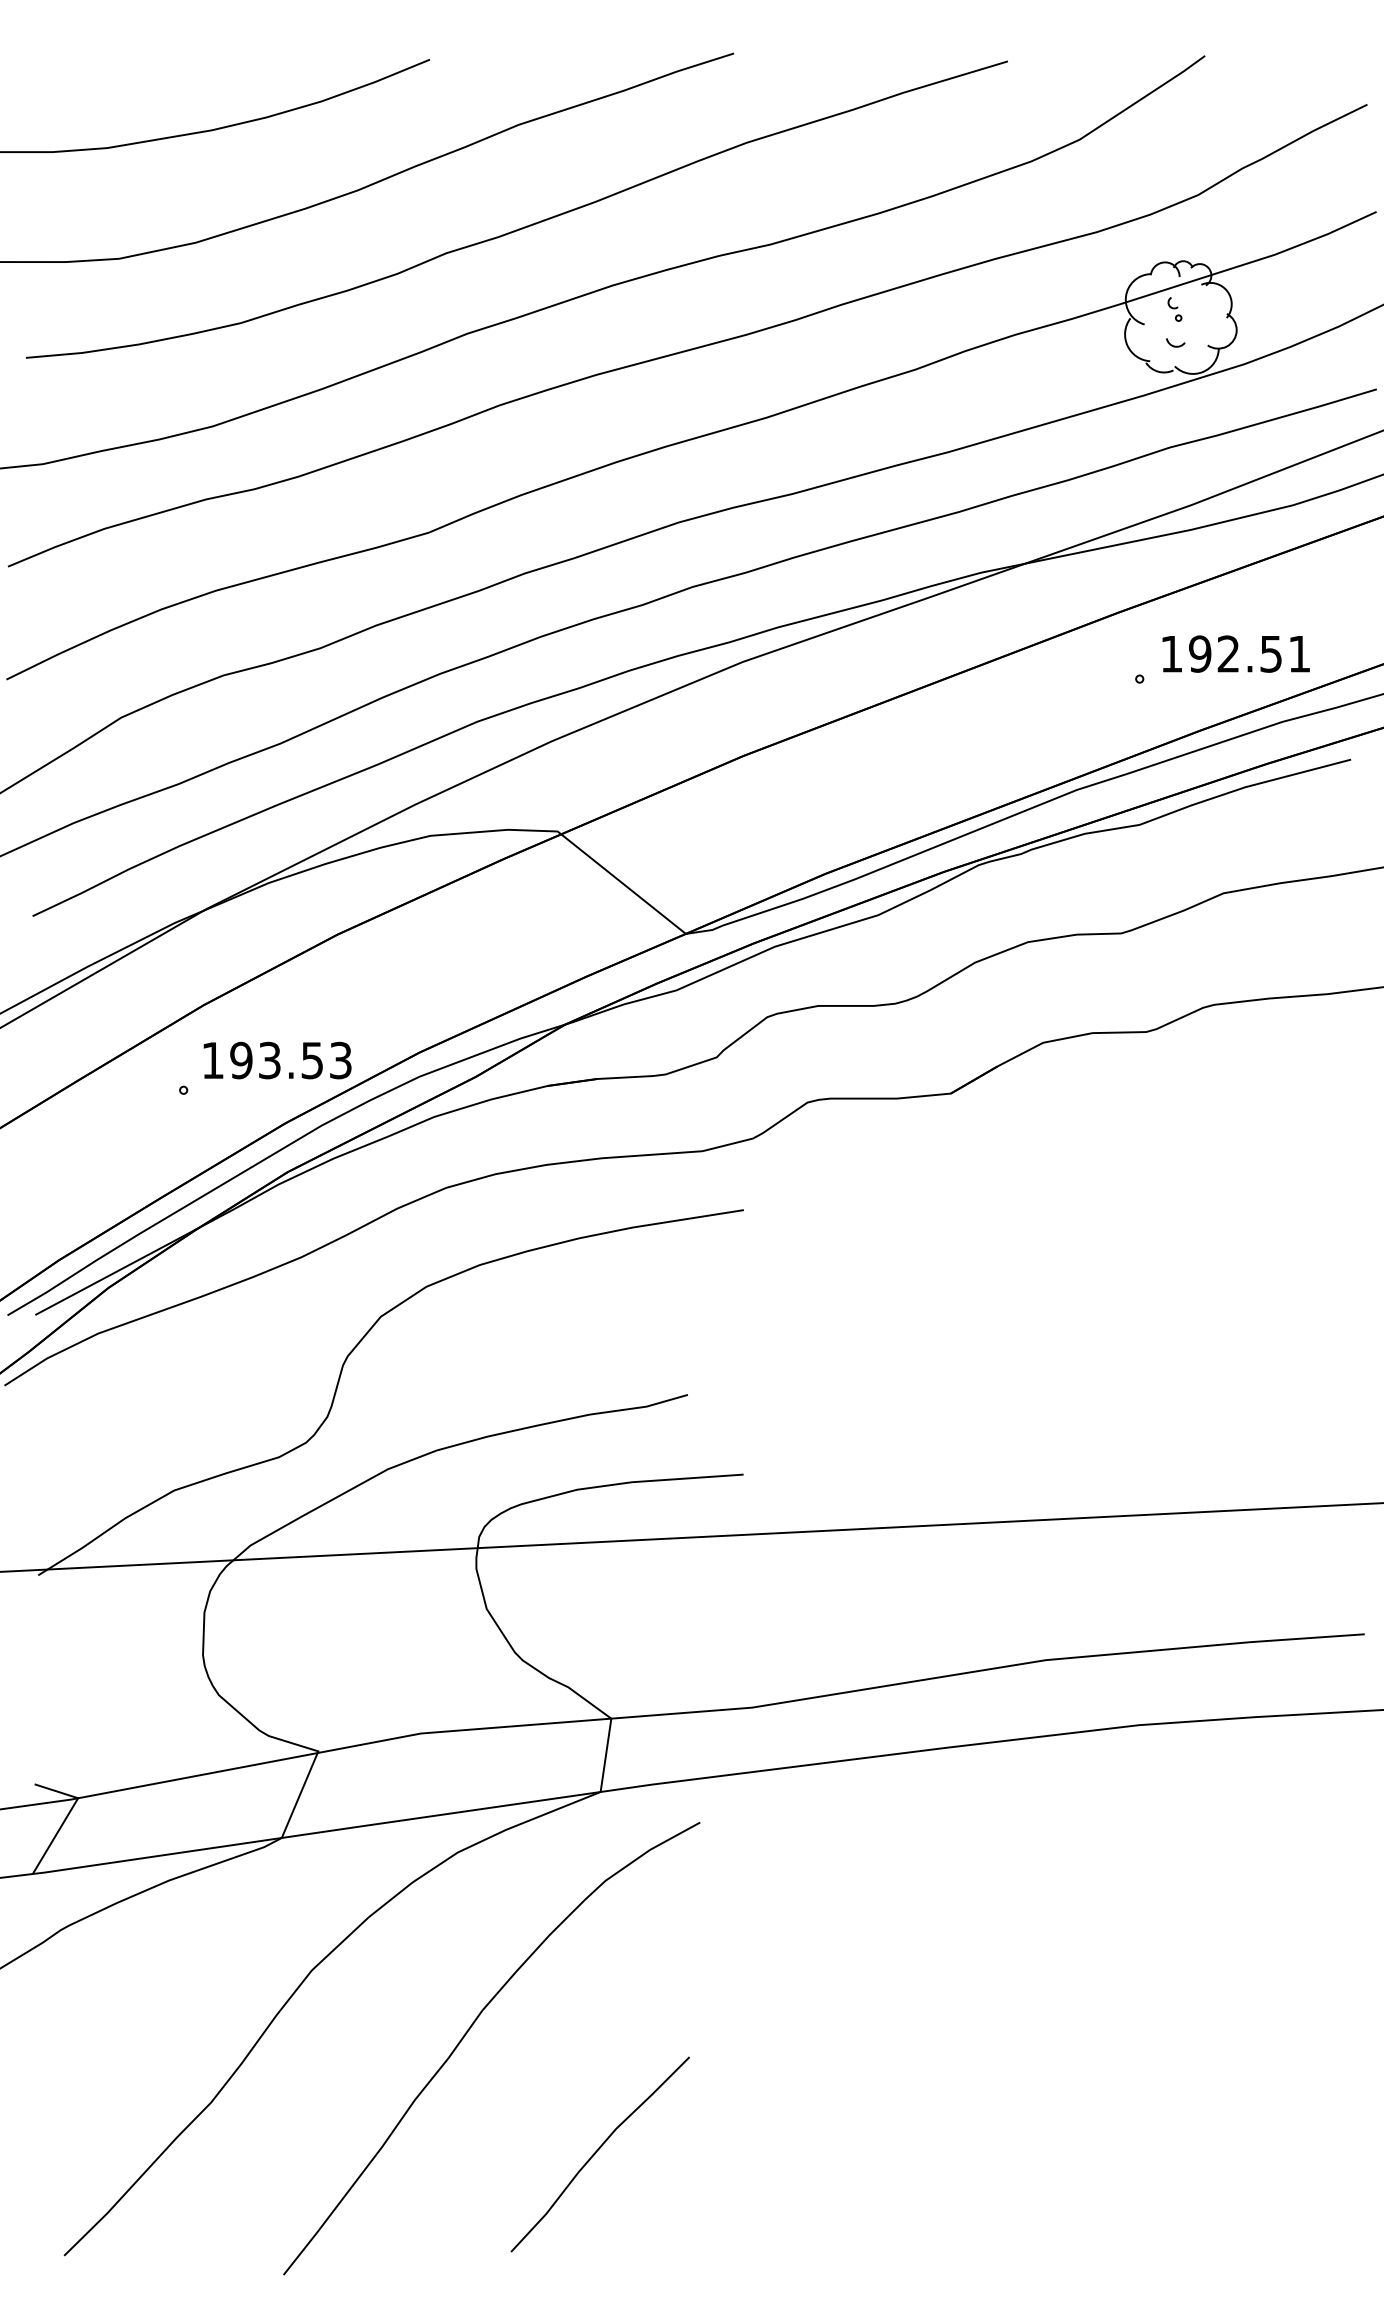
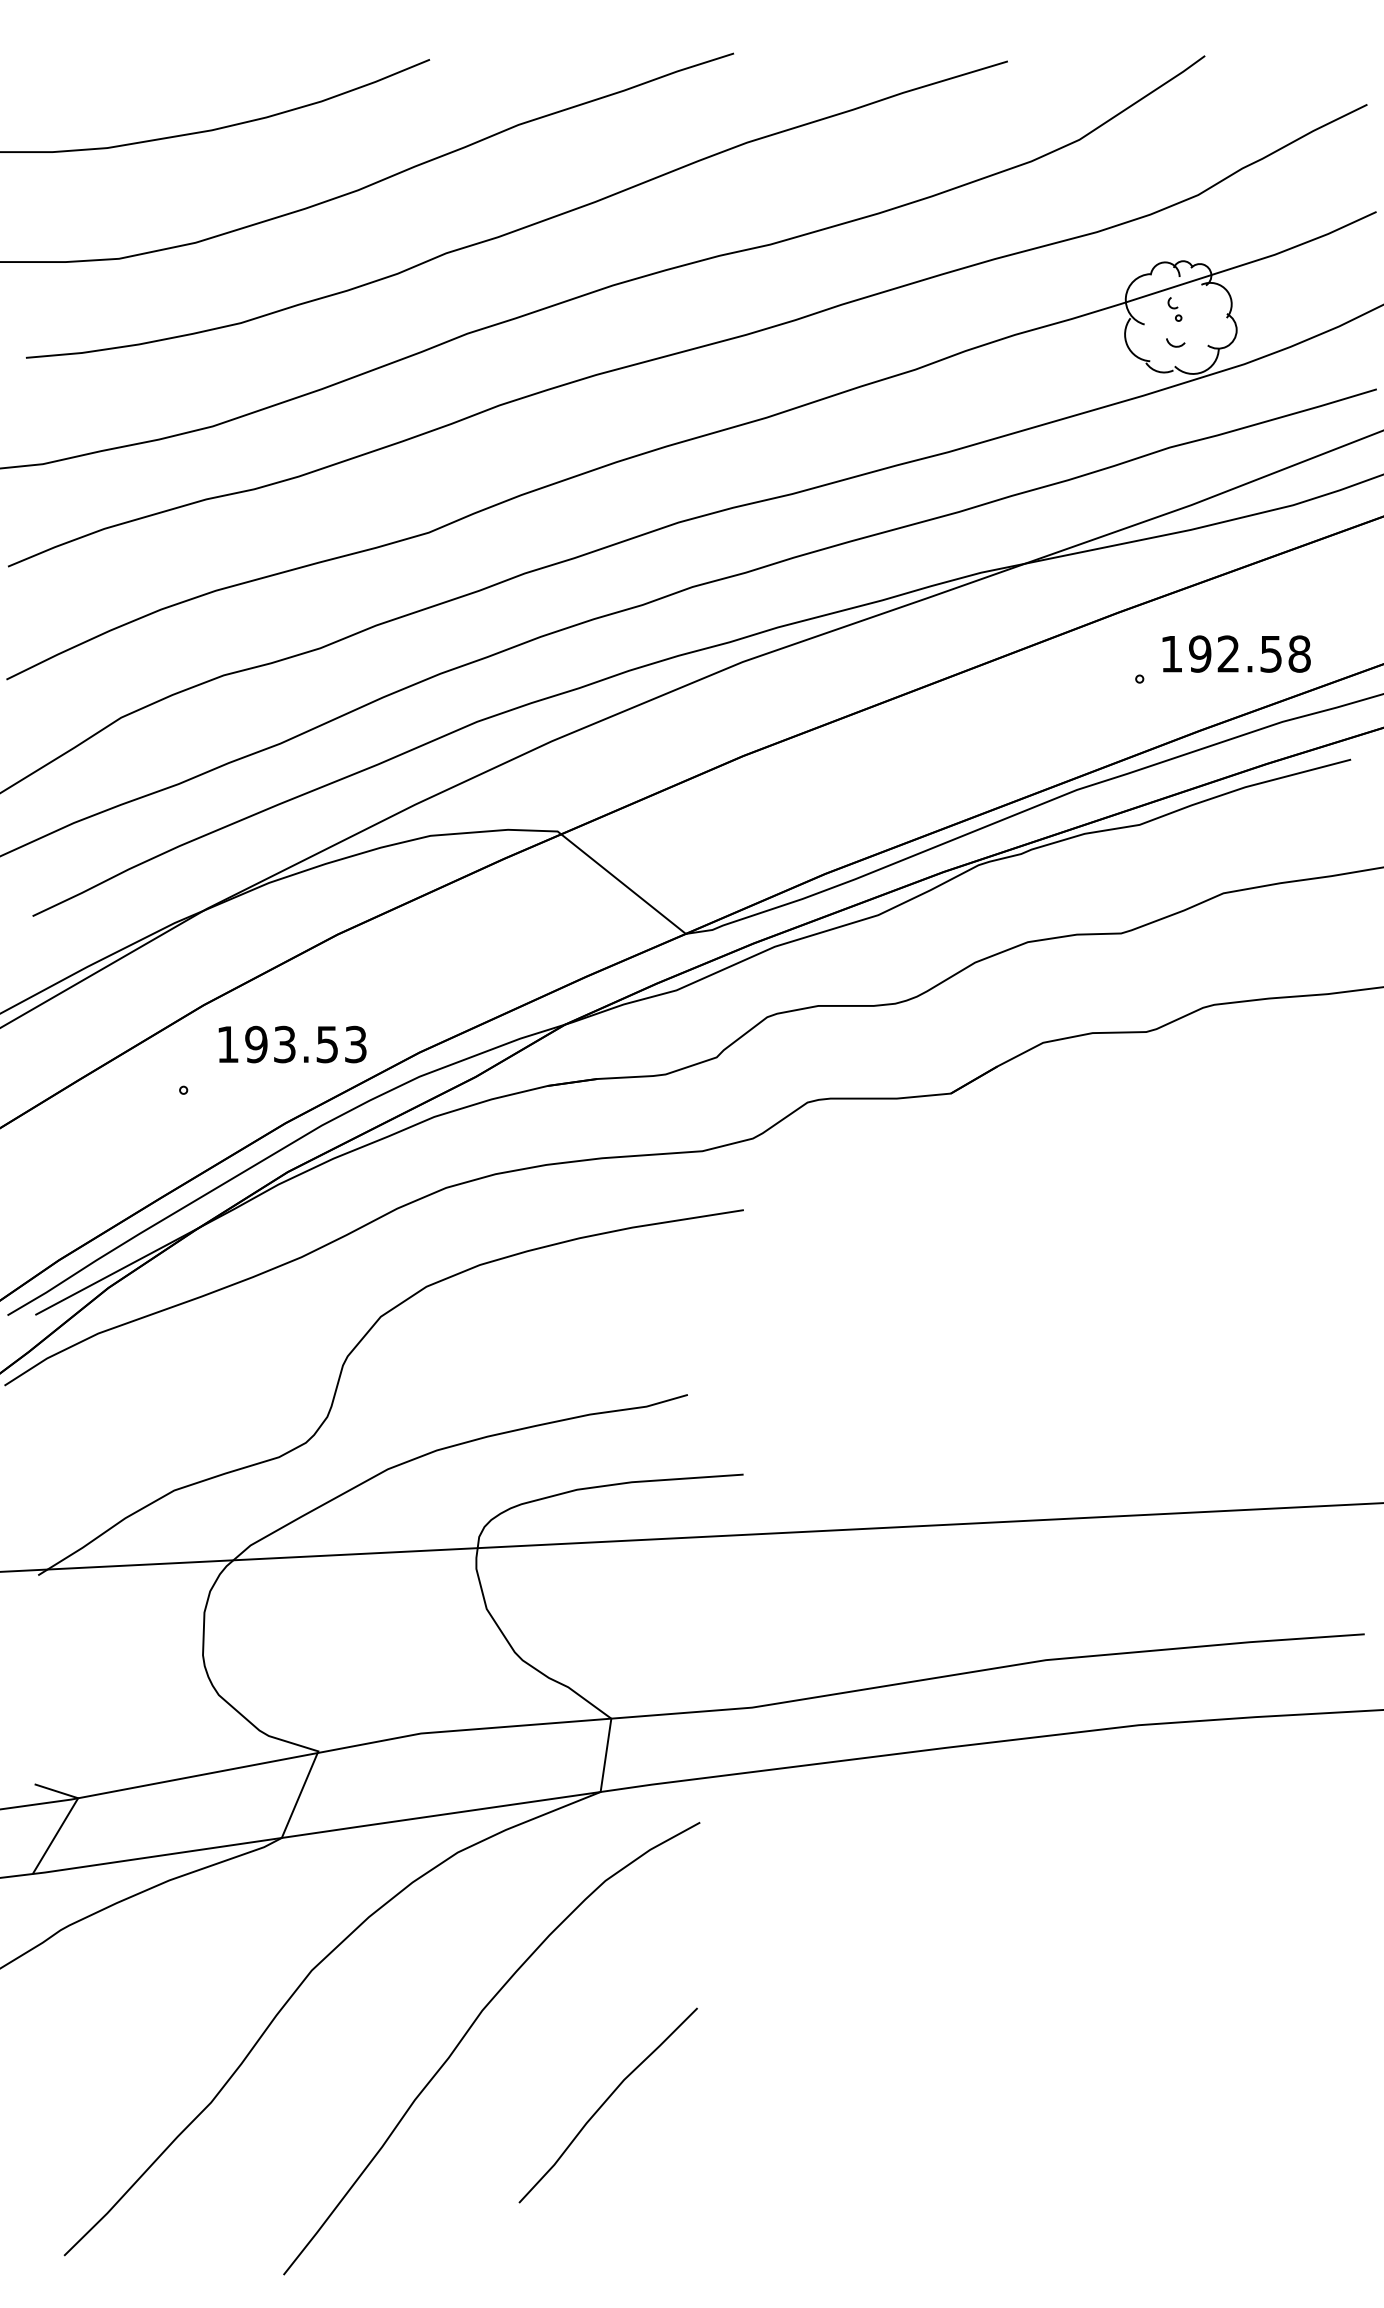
text at (1299, 653): 192.51 -> 192.58
text at (277, 1060) position: (277, 1060) -> (292, 1044)
curve at (596, 2153) position: (596, 2153) -> (604, 2104)
